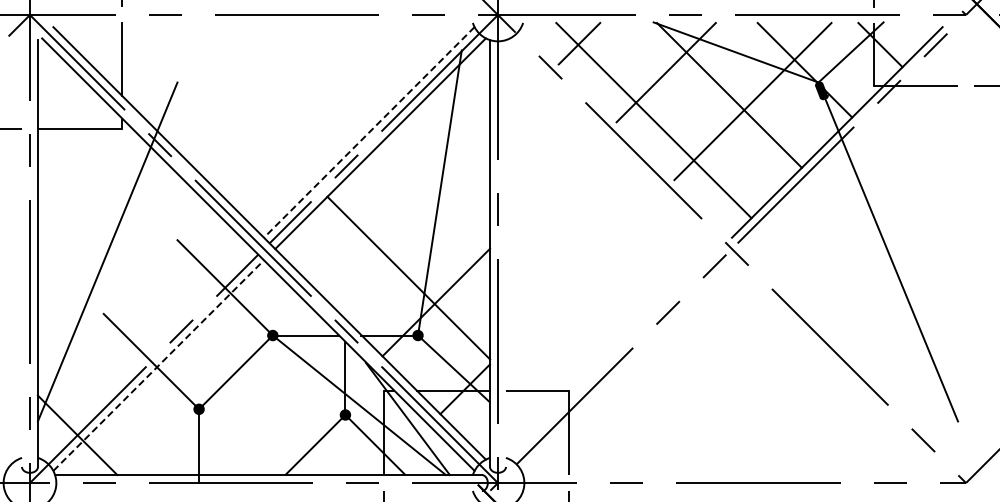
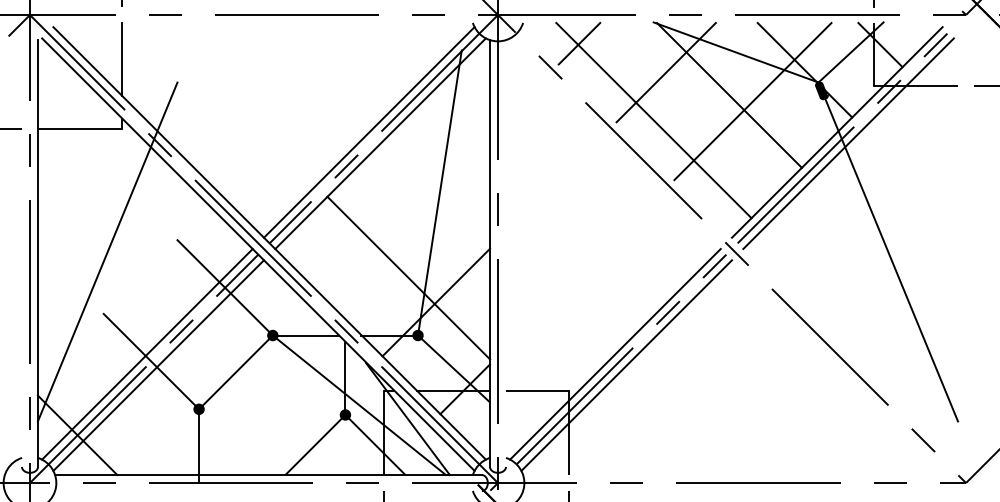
line at (369, 132): dashed -> solid
line at (848, 143): none -> present
line at (147, 354): none -> present
line at (615, 354): none -> present
line at (158, 365): dashed -> solid
line at (626, 365): none -> present
